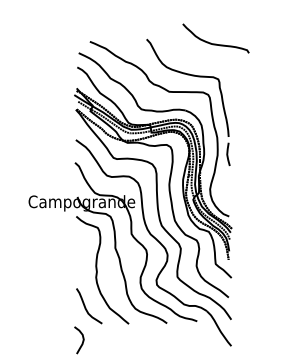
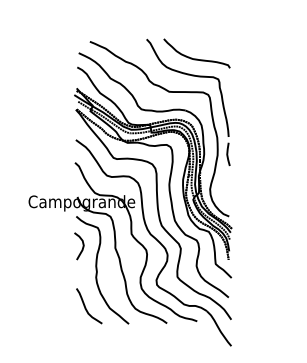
curve at (215, 43) position: (215, 43) -> (196, 58)
curve at (82, 340) position: (82, 340) -> (82, 246)
